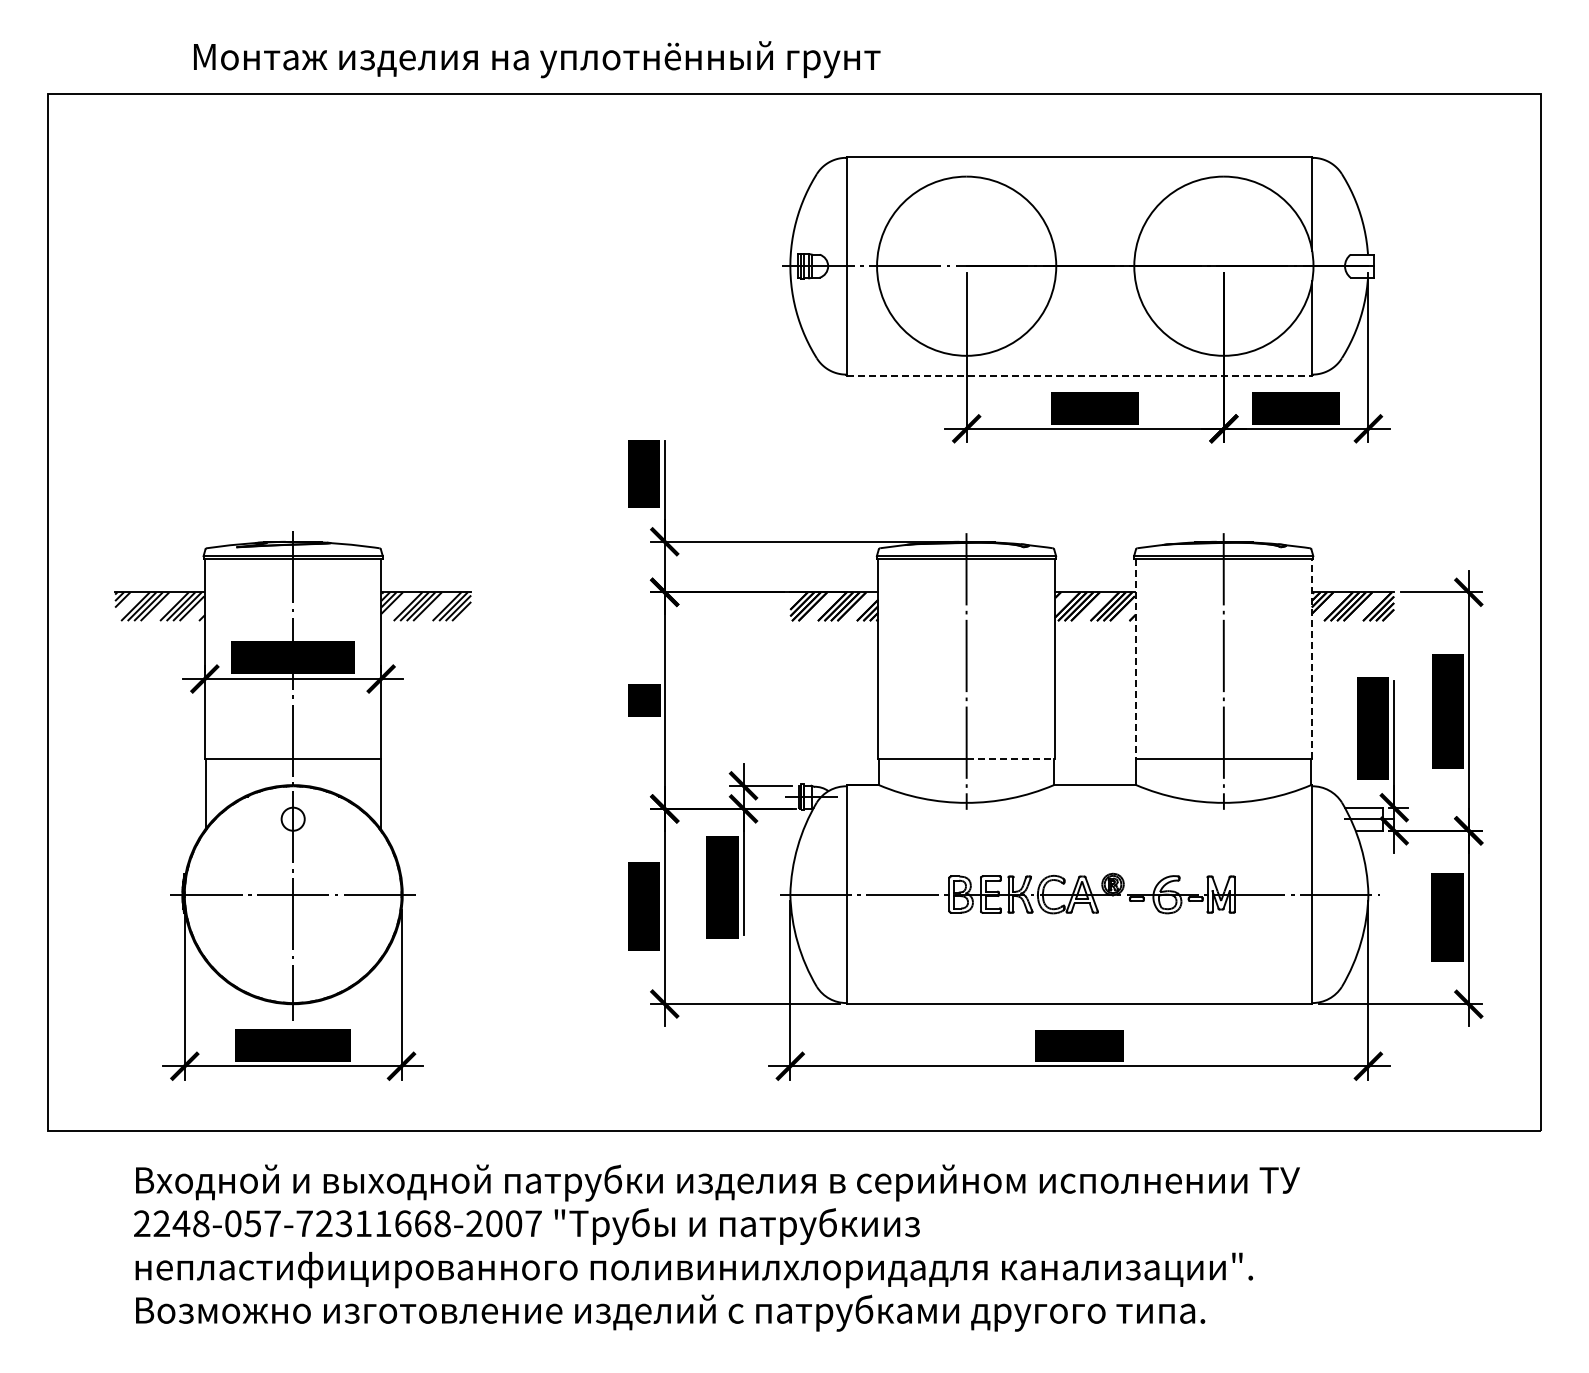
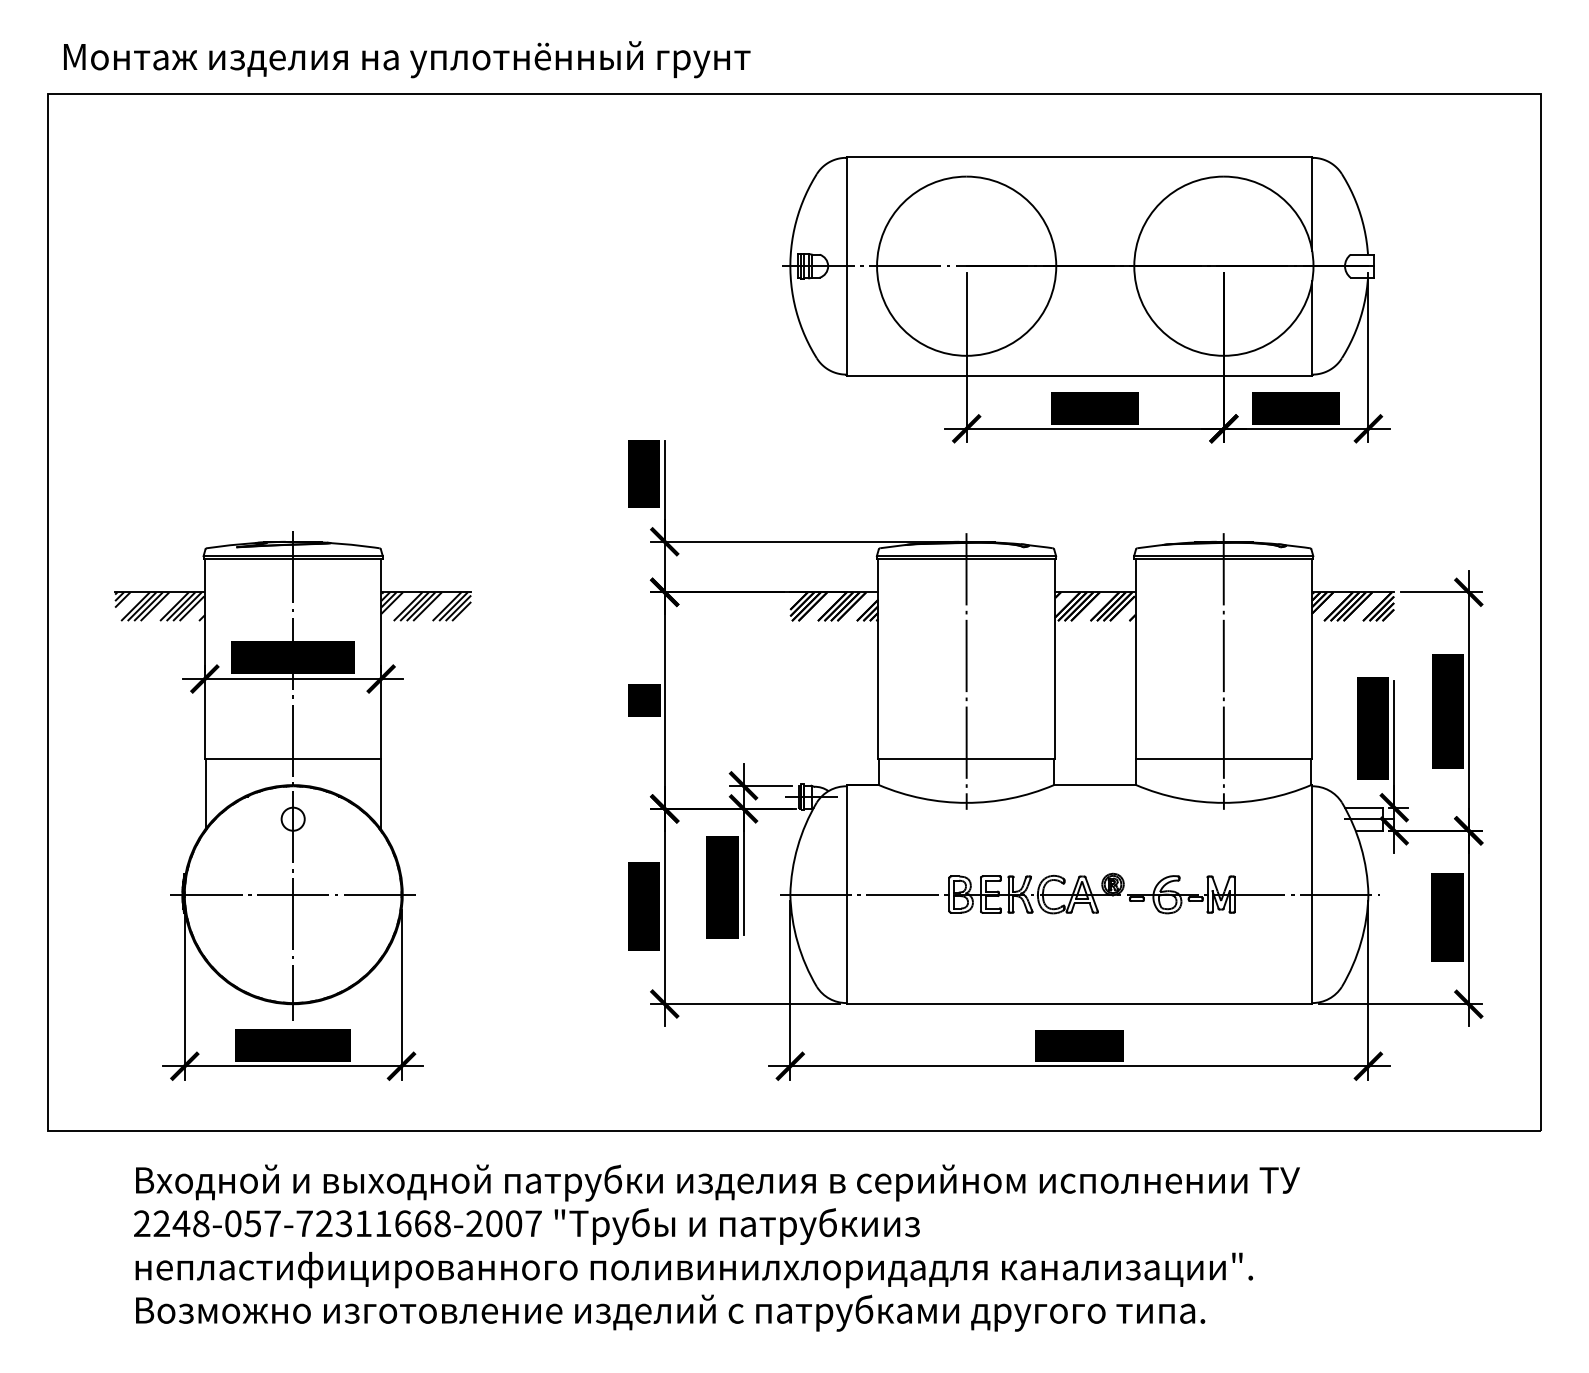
text at (537, 59) position: (537, 59) -> (407, 59)
line at (1079, 375): dashed -> solid
line at (1135, 658): dashed -> solid
line at (1311, 658): dashed -> solid
line at (1011, 758): dashed -> solid
